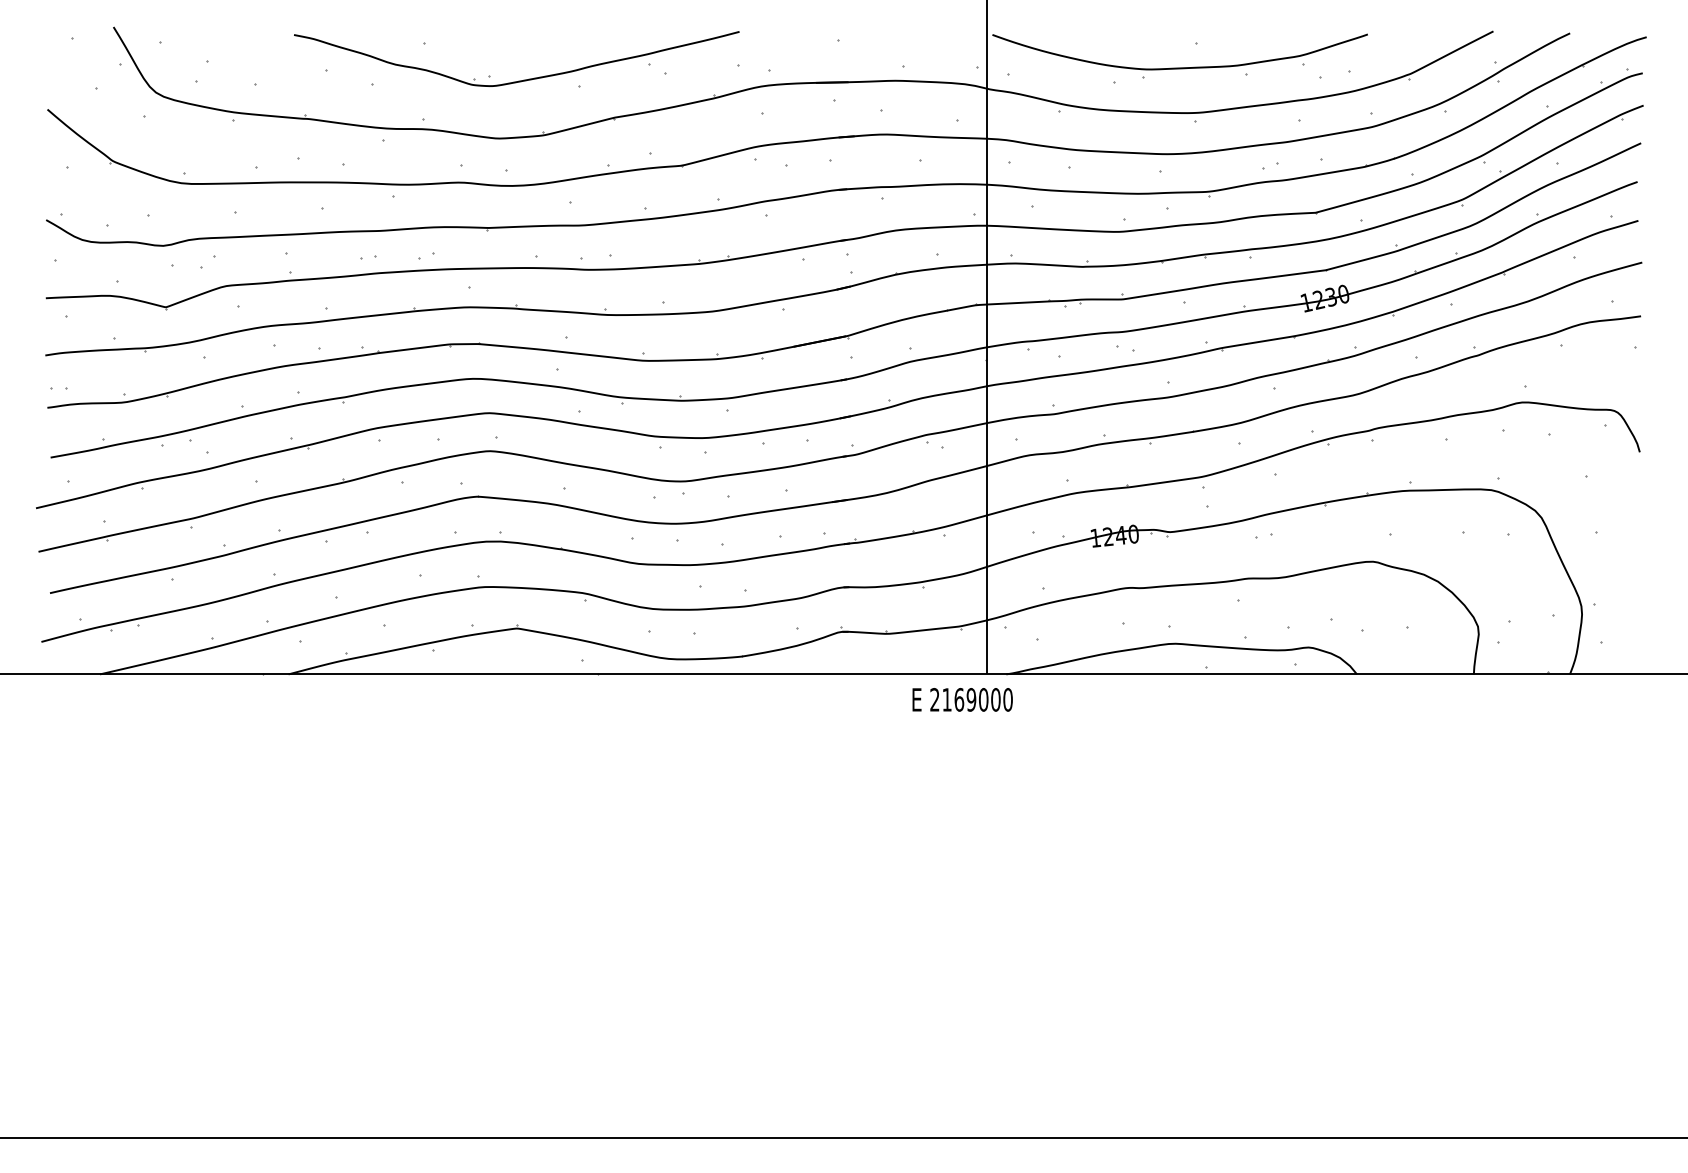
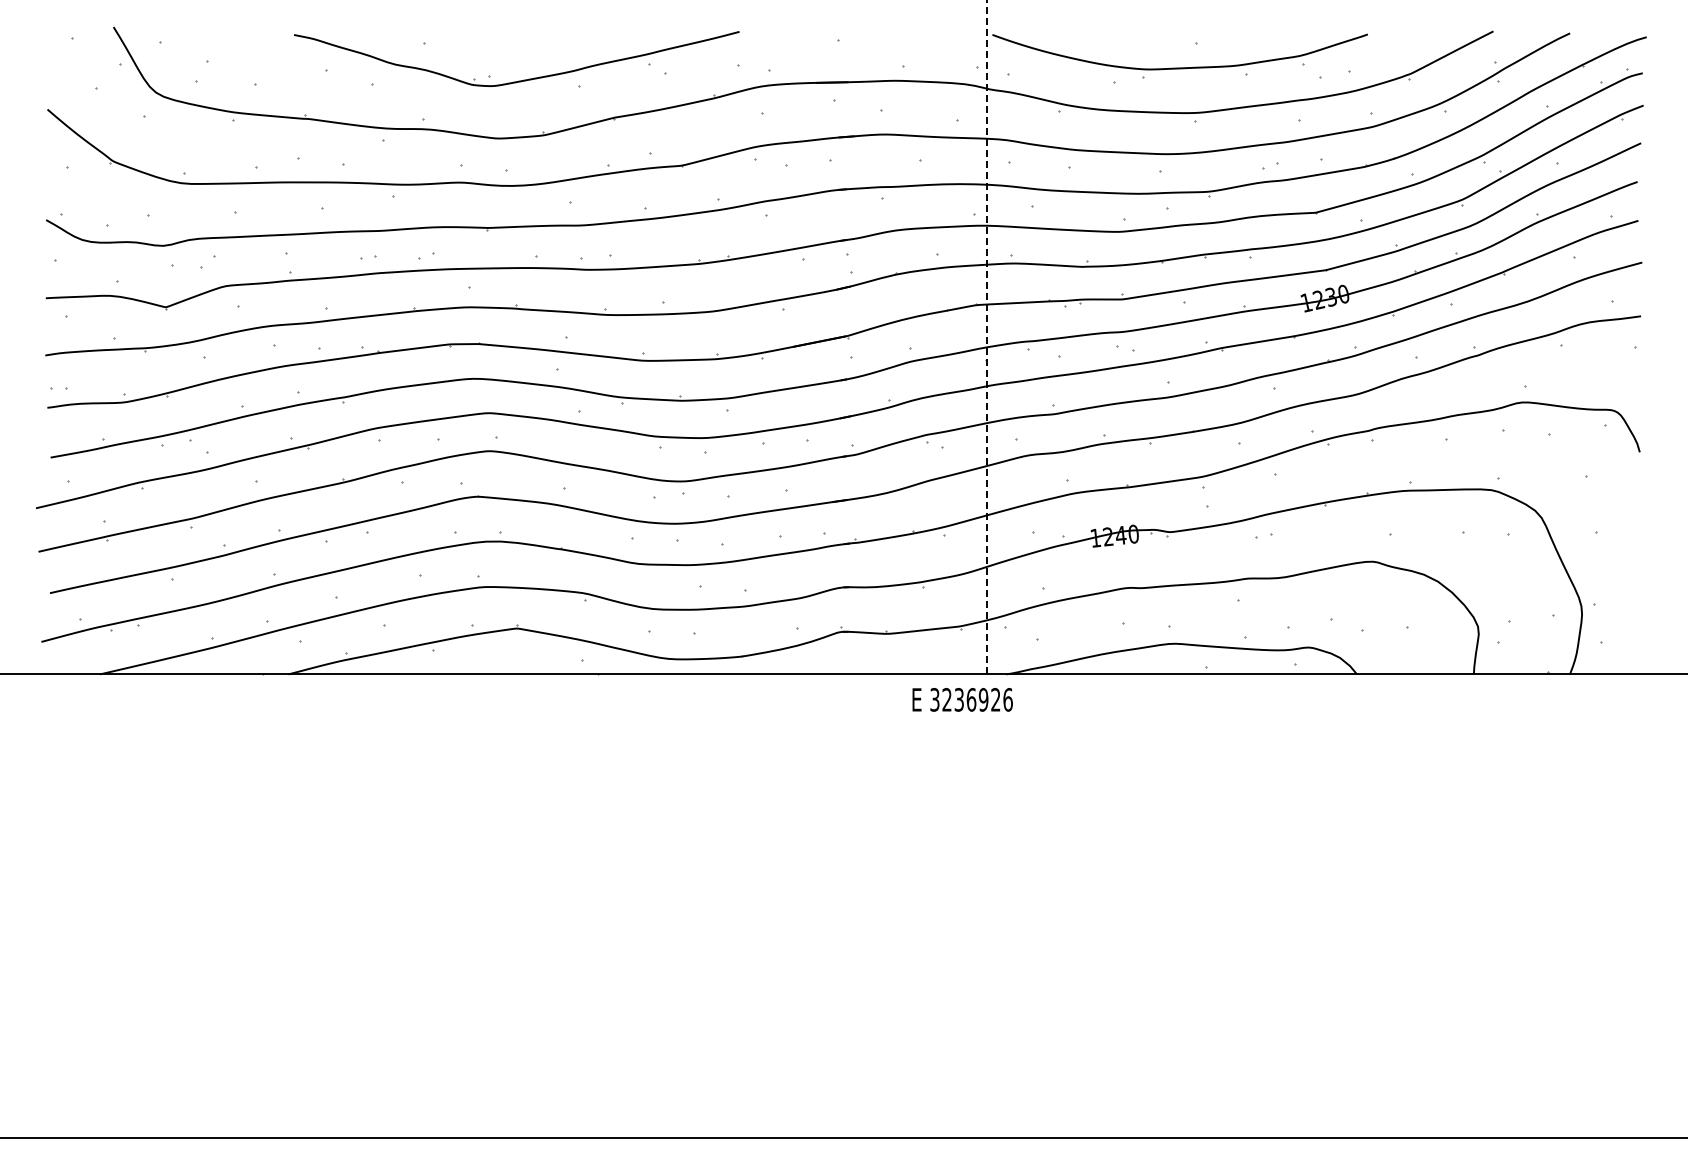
line at (986, 337): solid -> dashed
text at (971, 699): 2169000 -> 3236926
